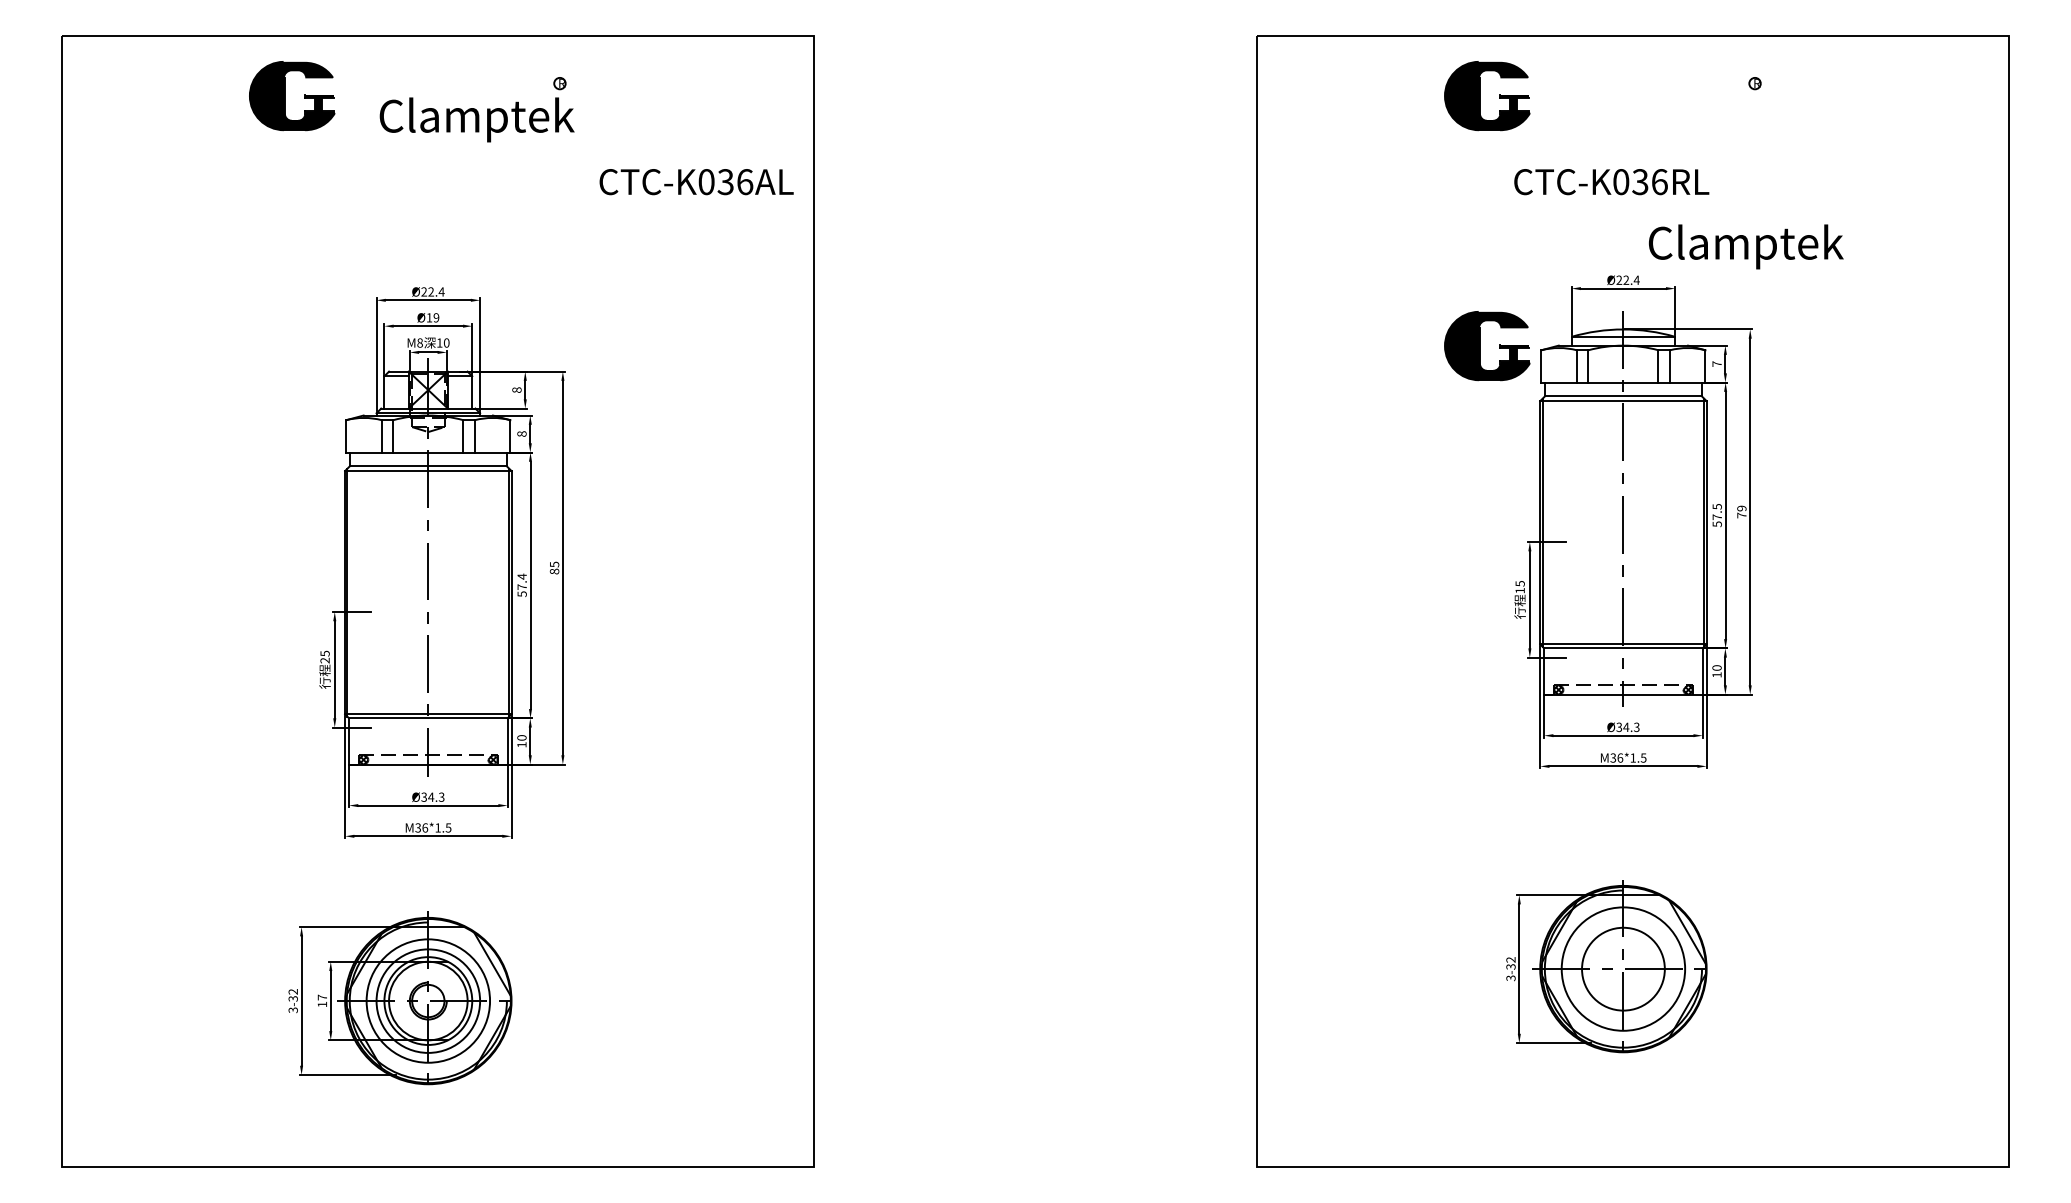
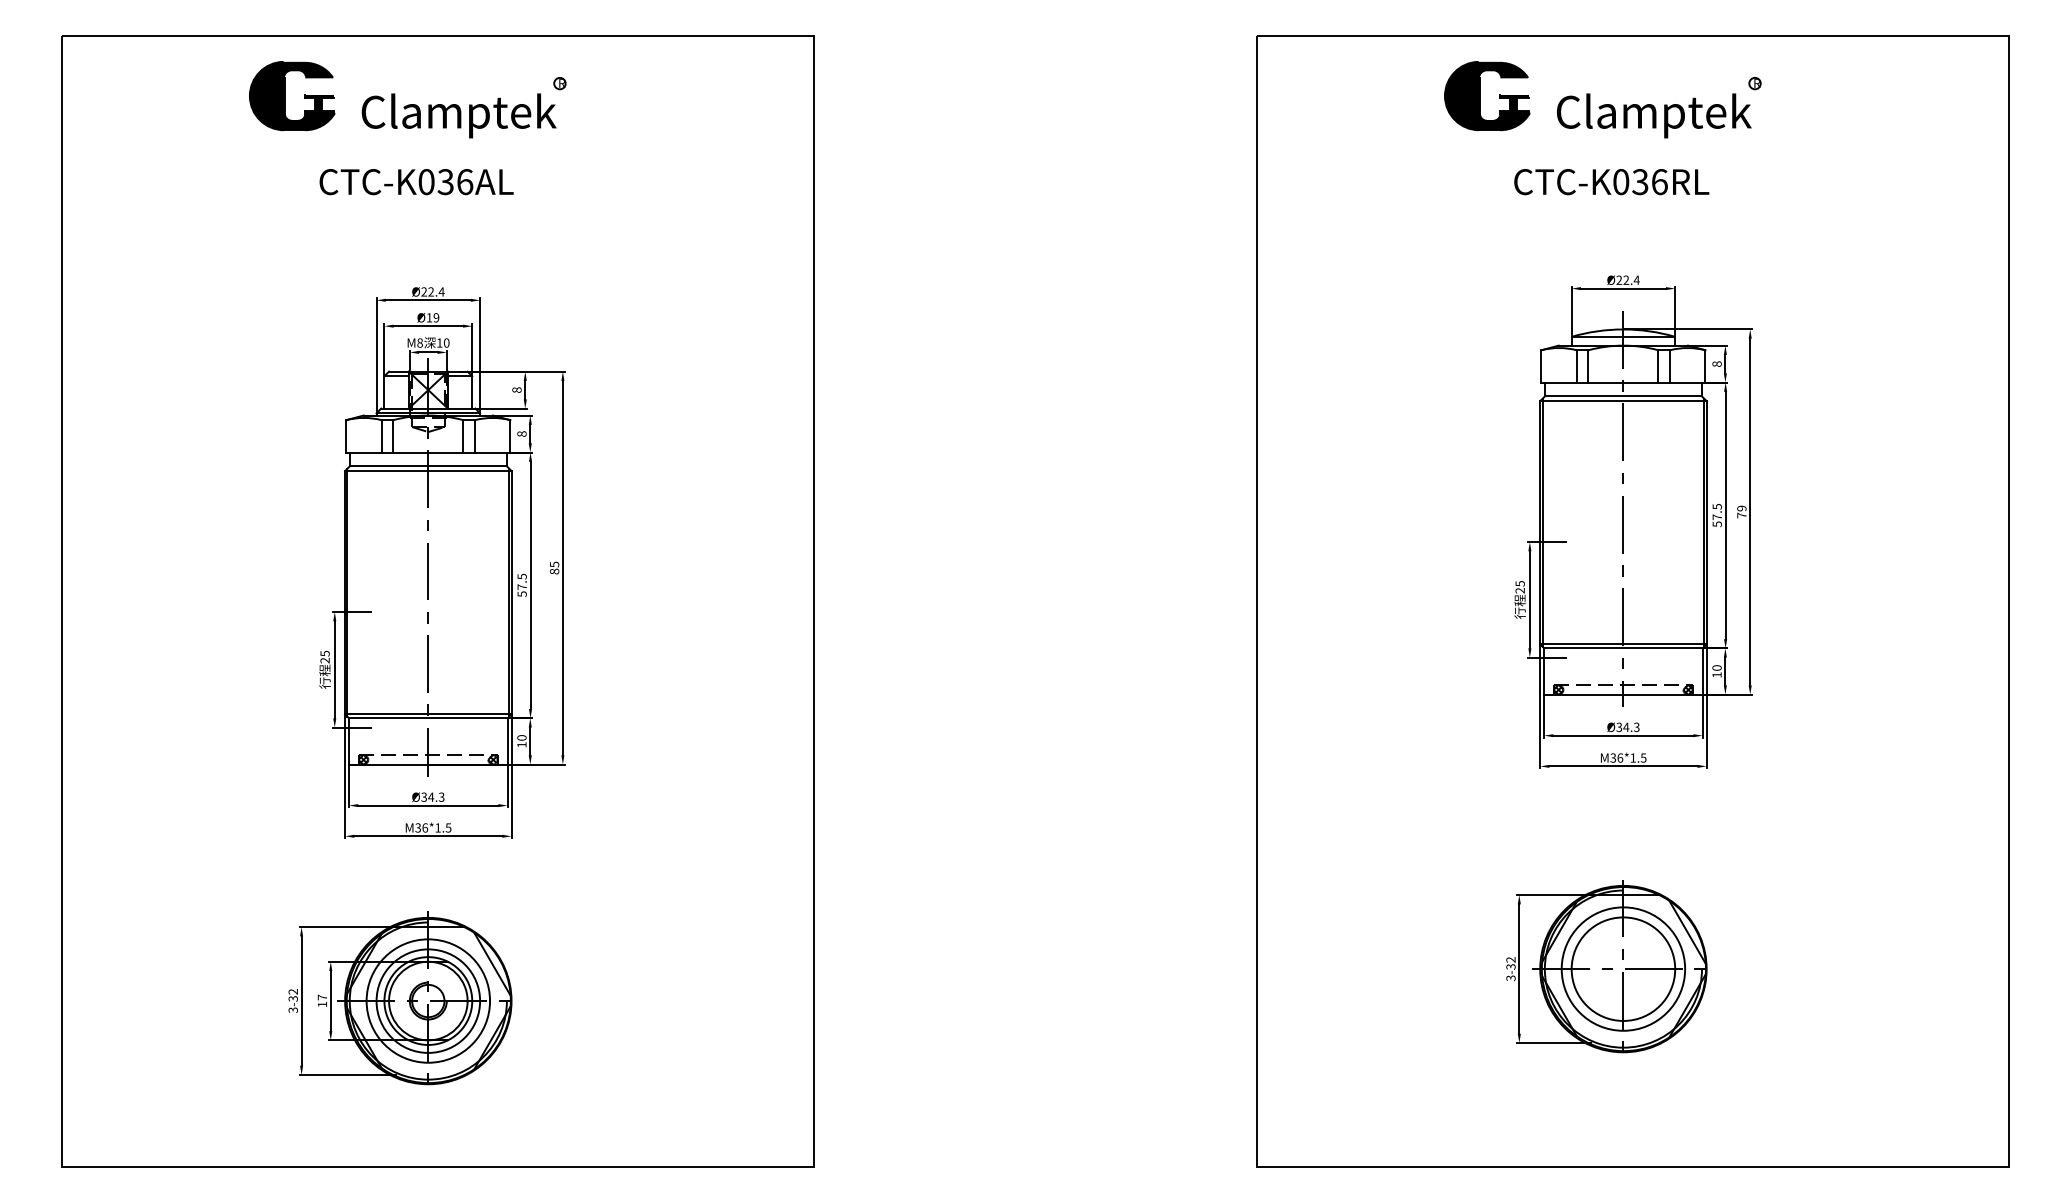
text at (476, 119) position: (476, 119) -> (458, 115)
text at (696, 182) position: (696, 182) -> (416, 182)
text at (1746, 246) position: (1746, 246) -> (1654, 115)
part at (1480, 346): present -> none
text at (1716, 363): 7 -> 8
text at (521, 576): 57.4 -> 57.5
text at (1519, 590): 15 -> 25
circle at (1623, 968) diameter: 83 px -> 104 px
